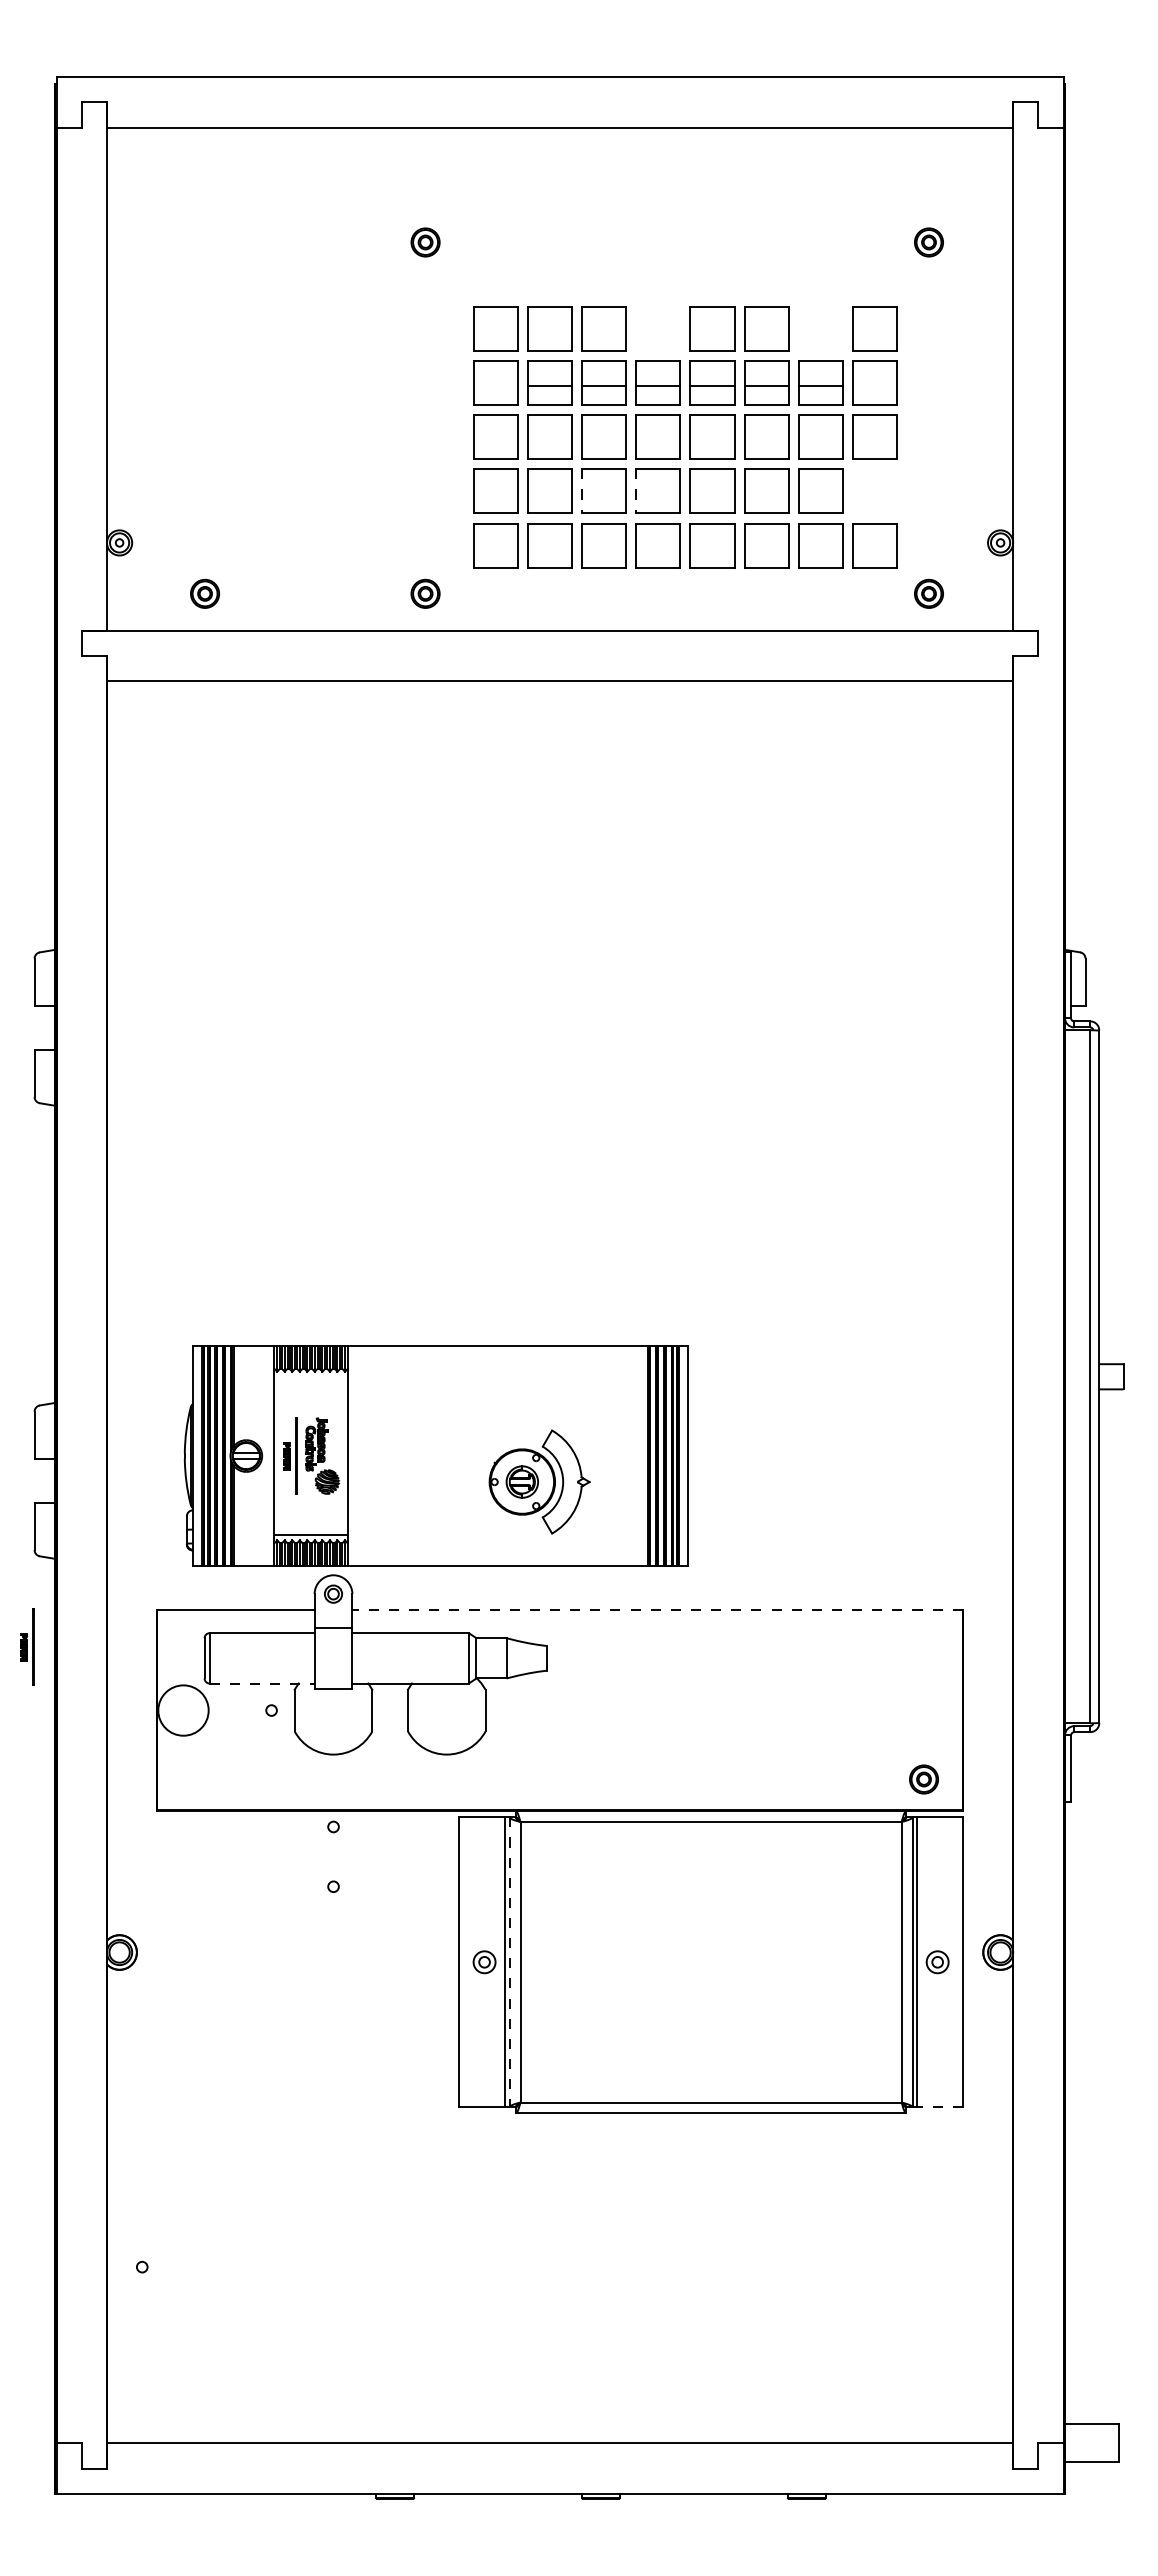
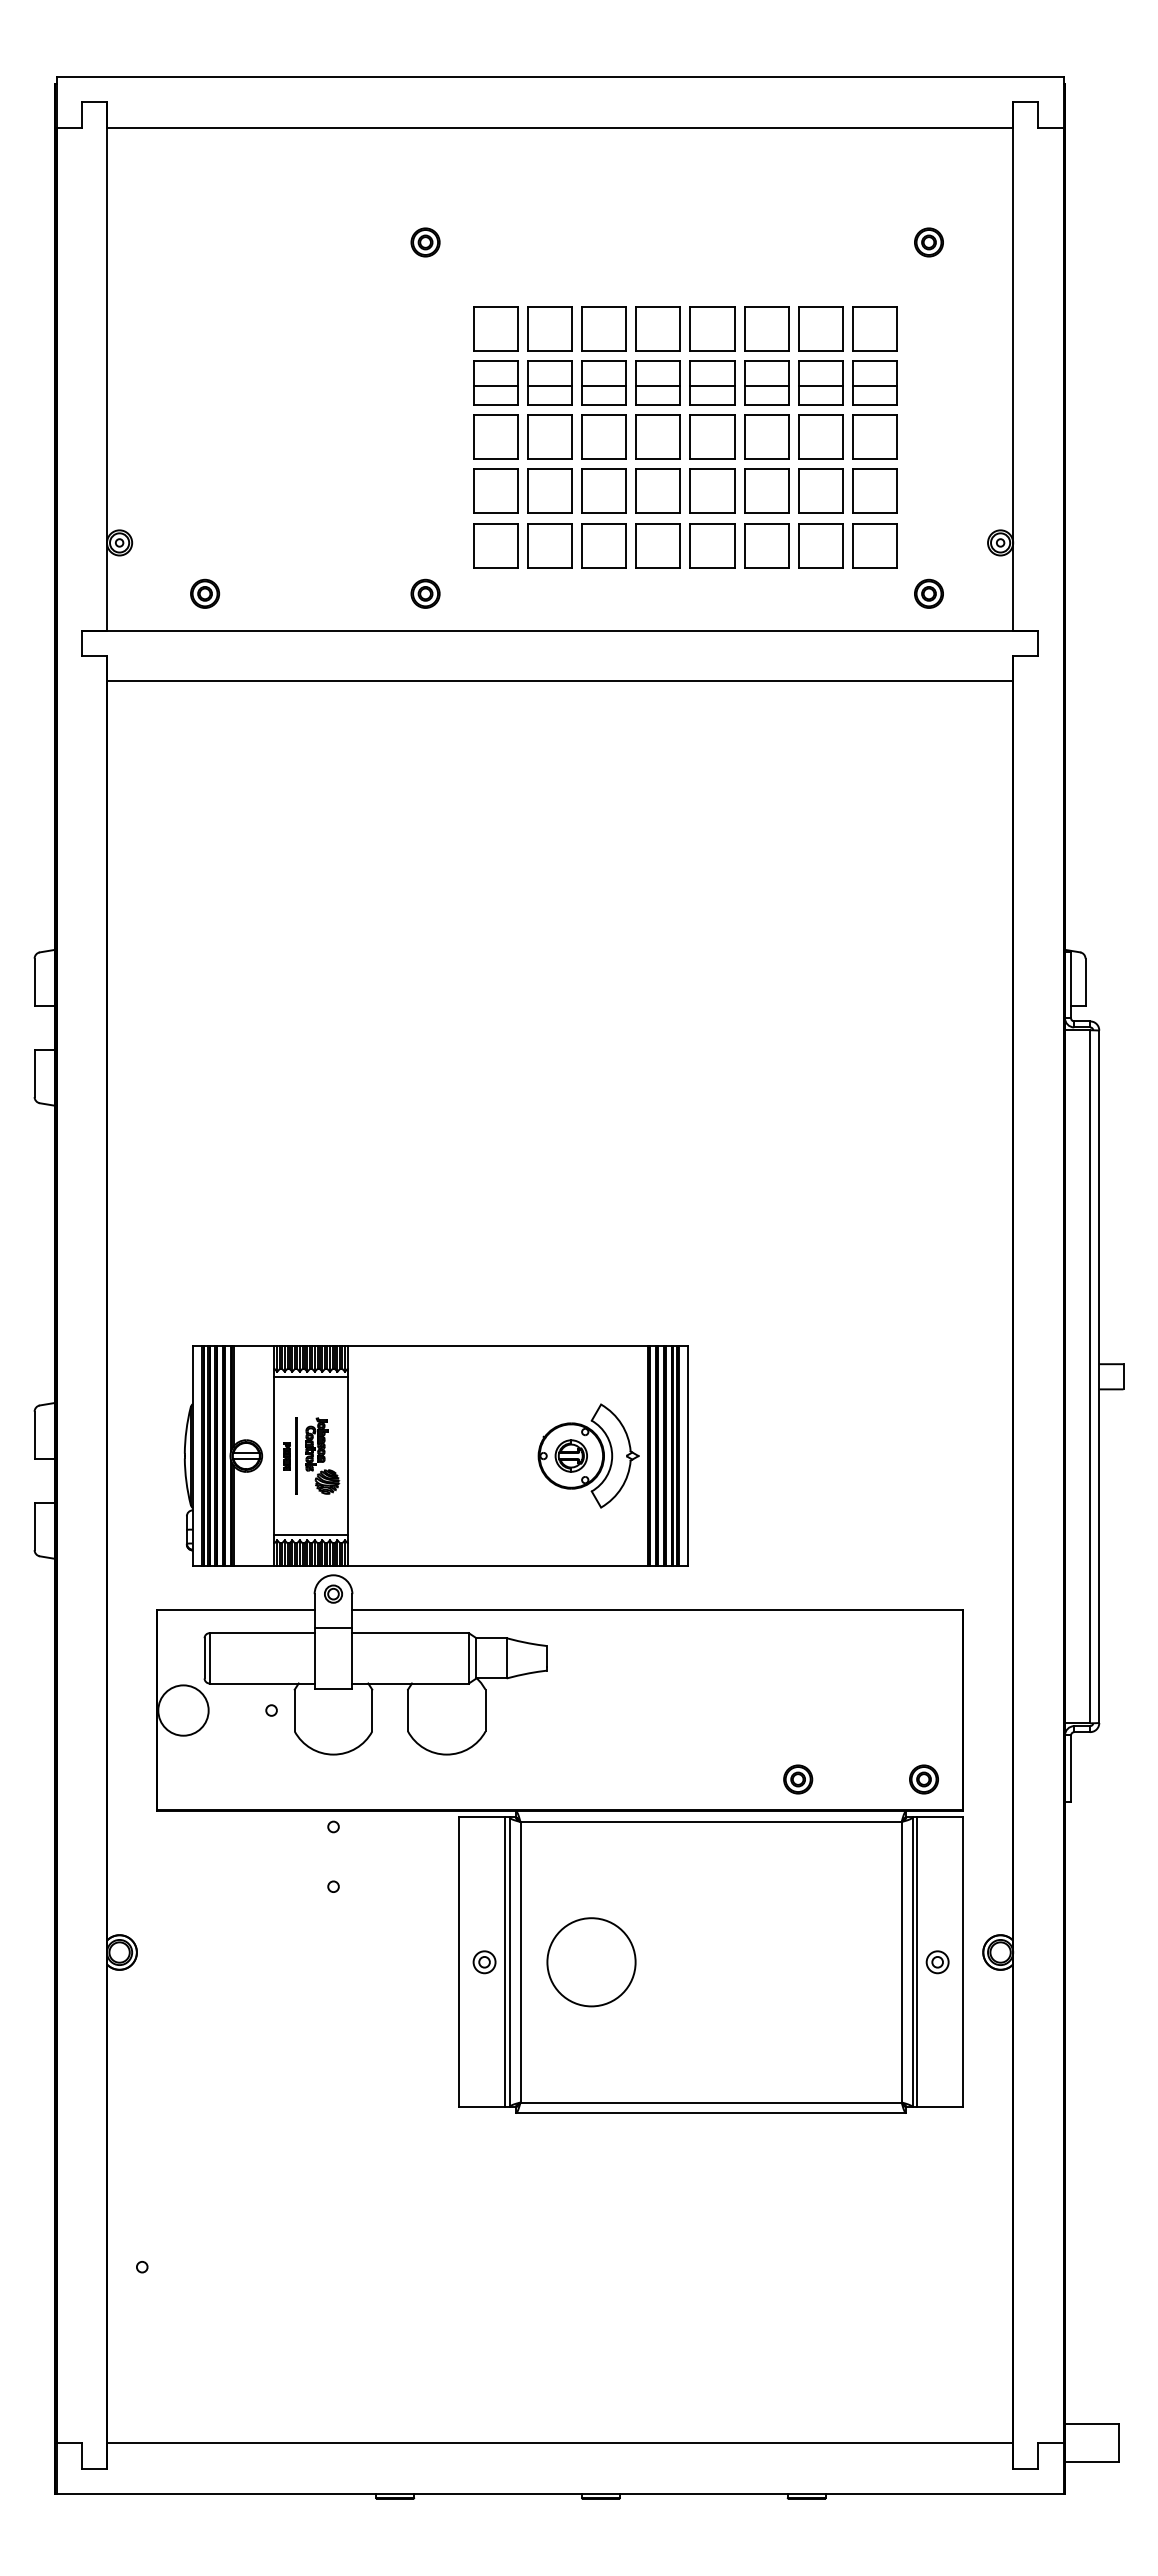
part at (657, 328): none -> present
part at (820, 328): none -> present
line at (495, 385): none -> present
line at (874, 385): none -> present
part at (874, 490): none -> present
line at (582, 491): dashed -> solid
line at (636, 491): dashed -> solid
line at (311, 1376): none -> present
part at (539, 1481) position: (539, 1481) -> (588, 1455)
line at (657, 1609): dashed -> solid
part at (27, 1646): present -> none
line at (262, 1683): dashed -> solid
part at (798, 1779): none -> present
line at (509, 1962): dashed -> solid
circle at (591, 1962): none -> present
line at (940, 2107): dashed -> solid
